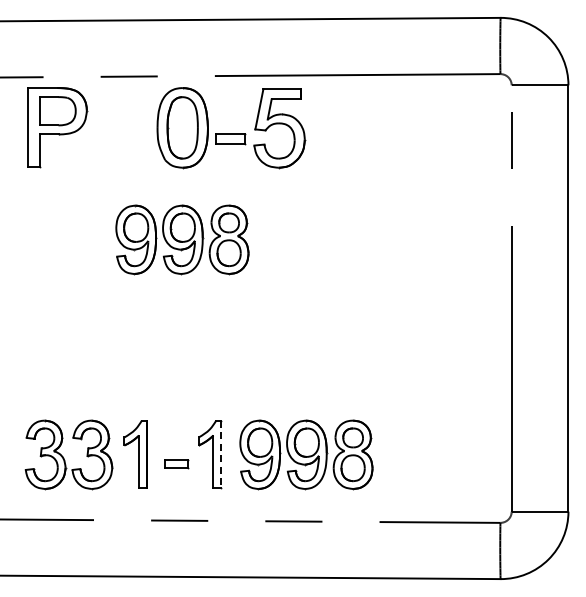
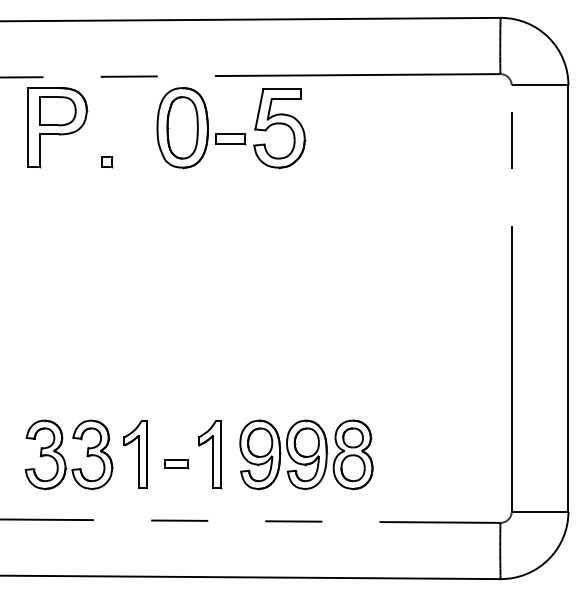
part at (107, 162): none -> present
part at (182, 239): present -> none
line at (221, 454): dashed -> solid
